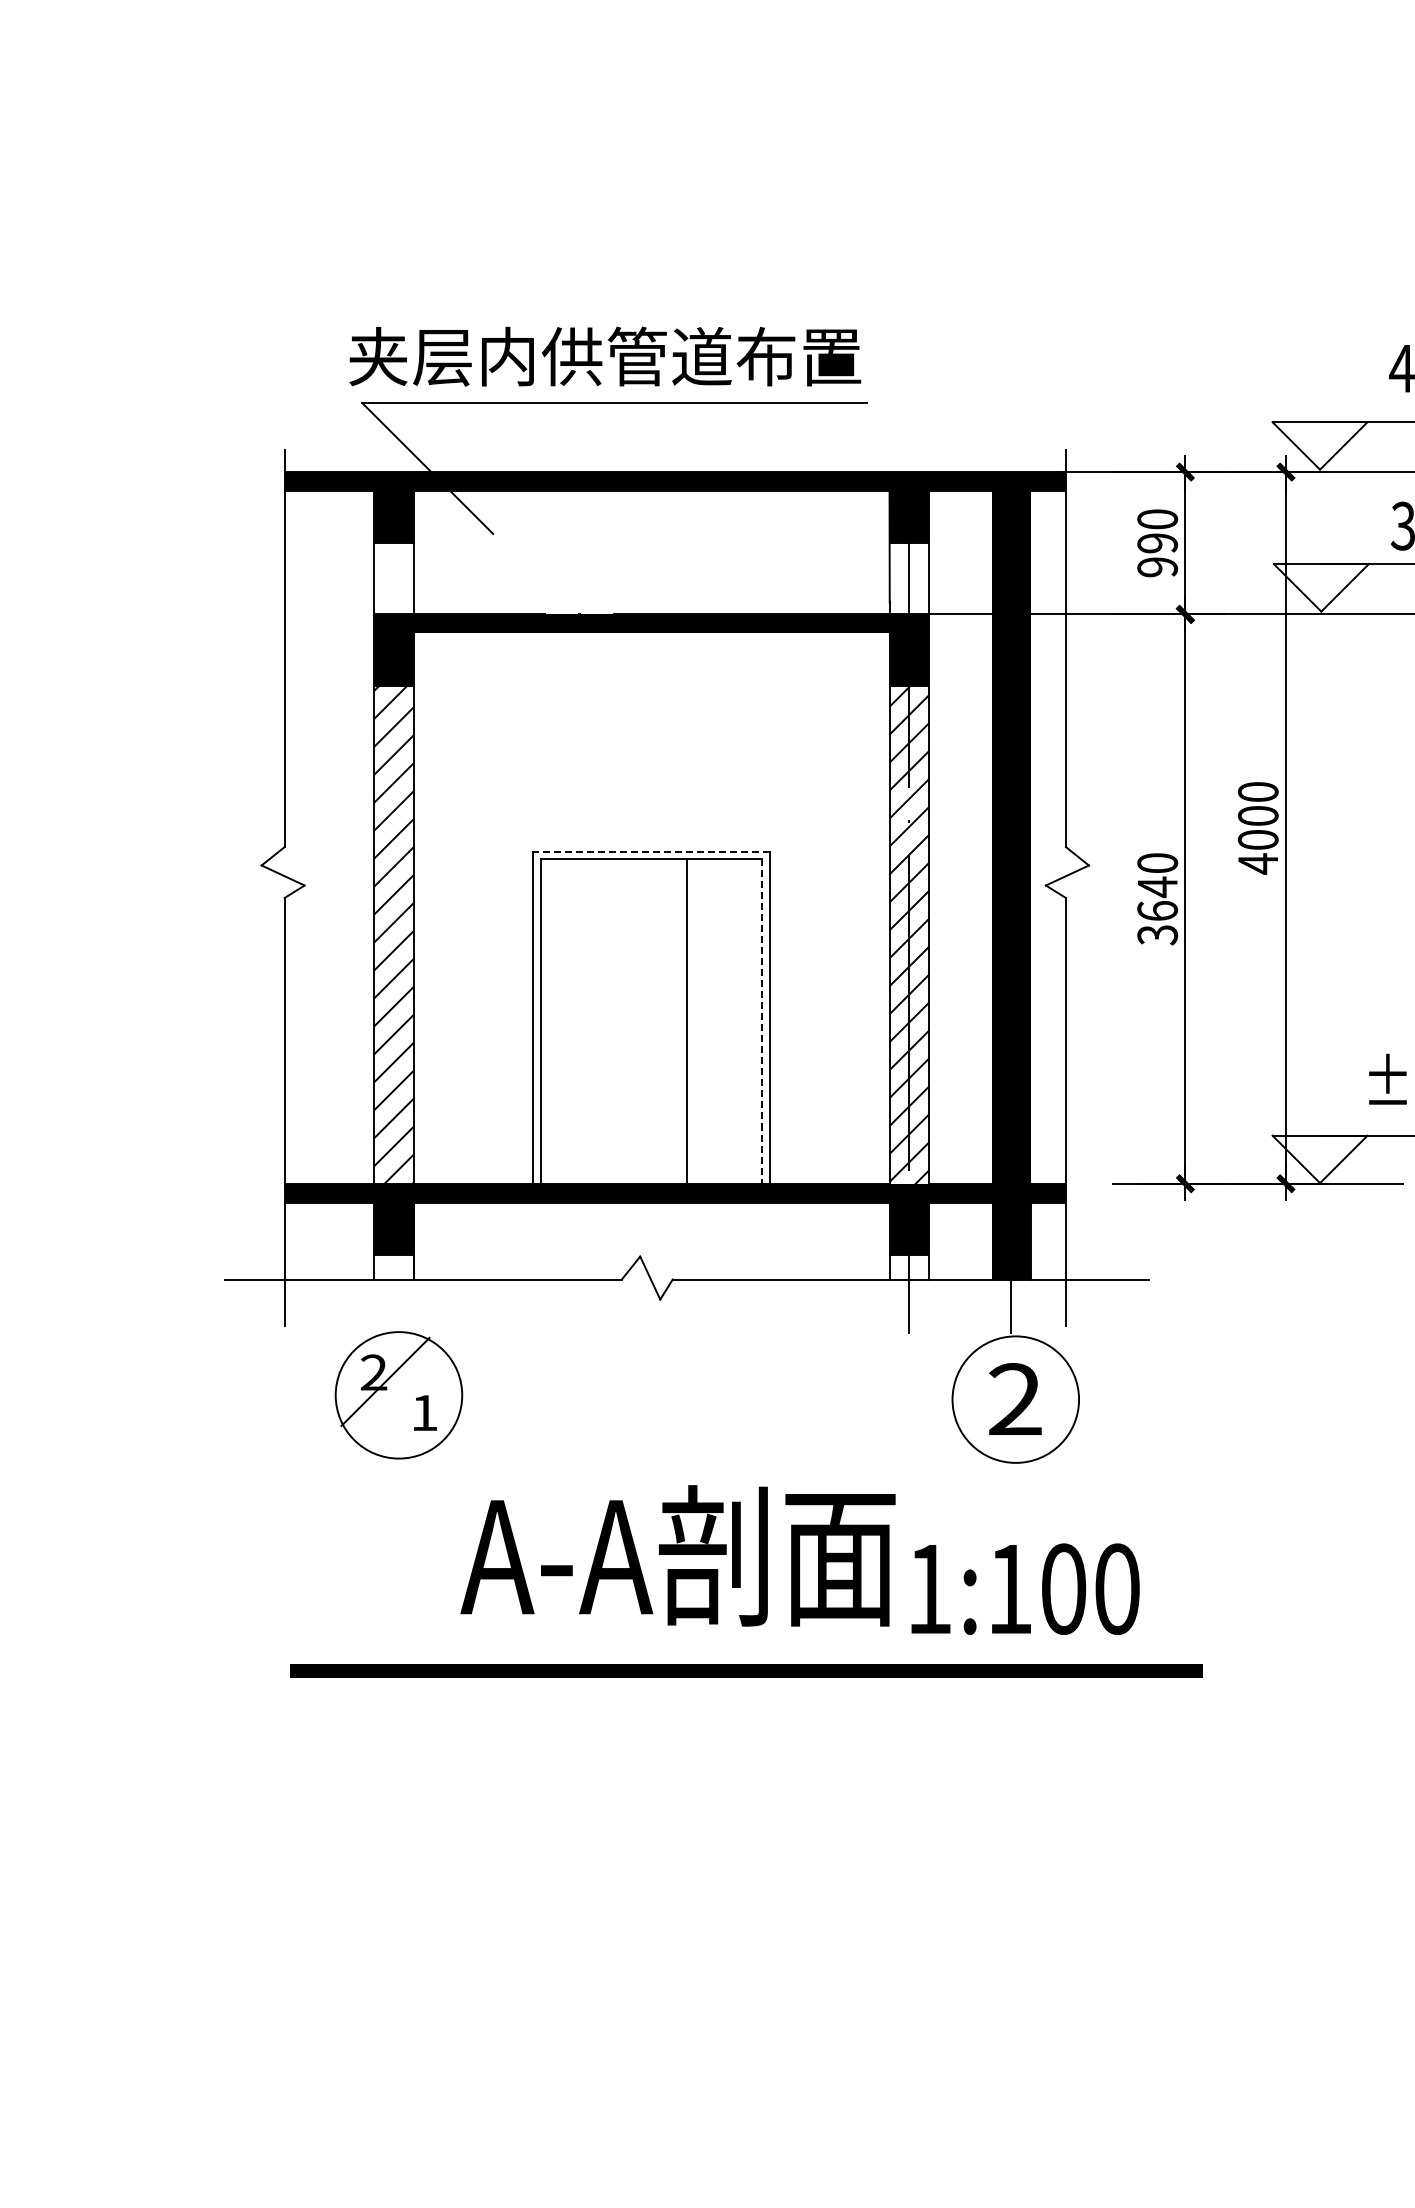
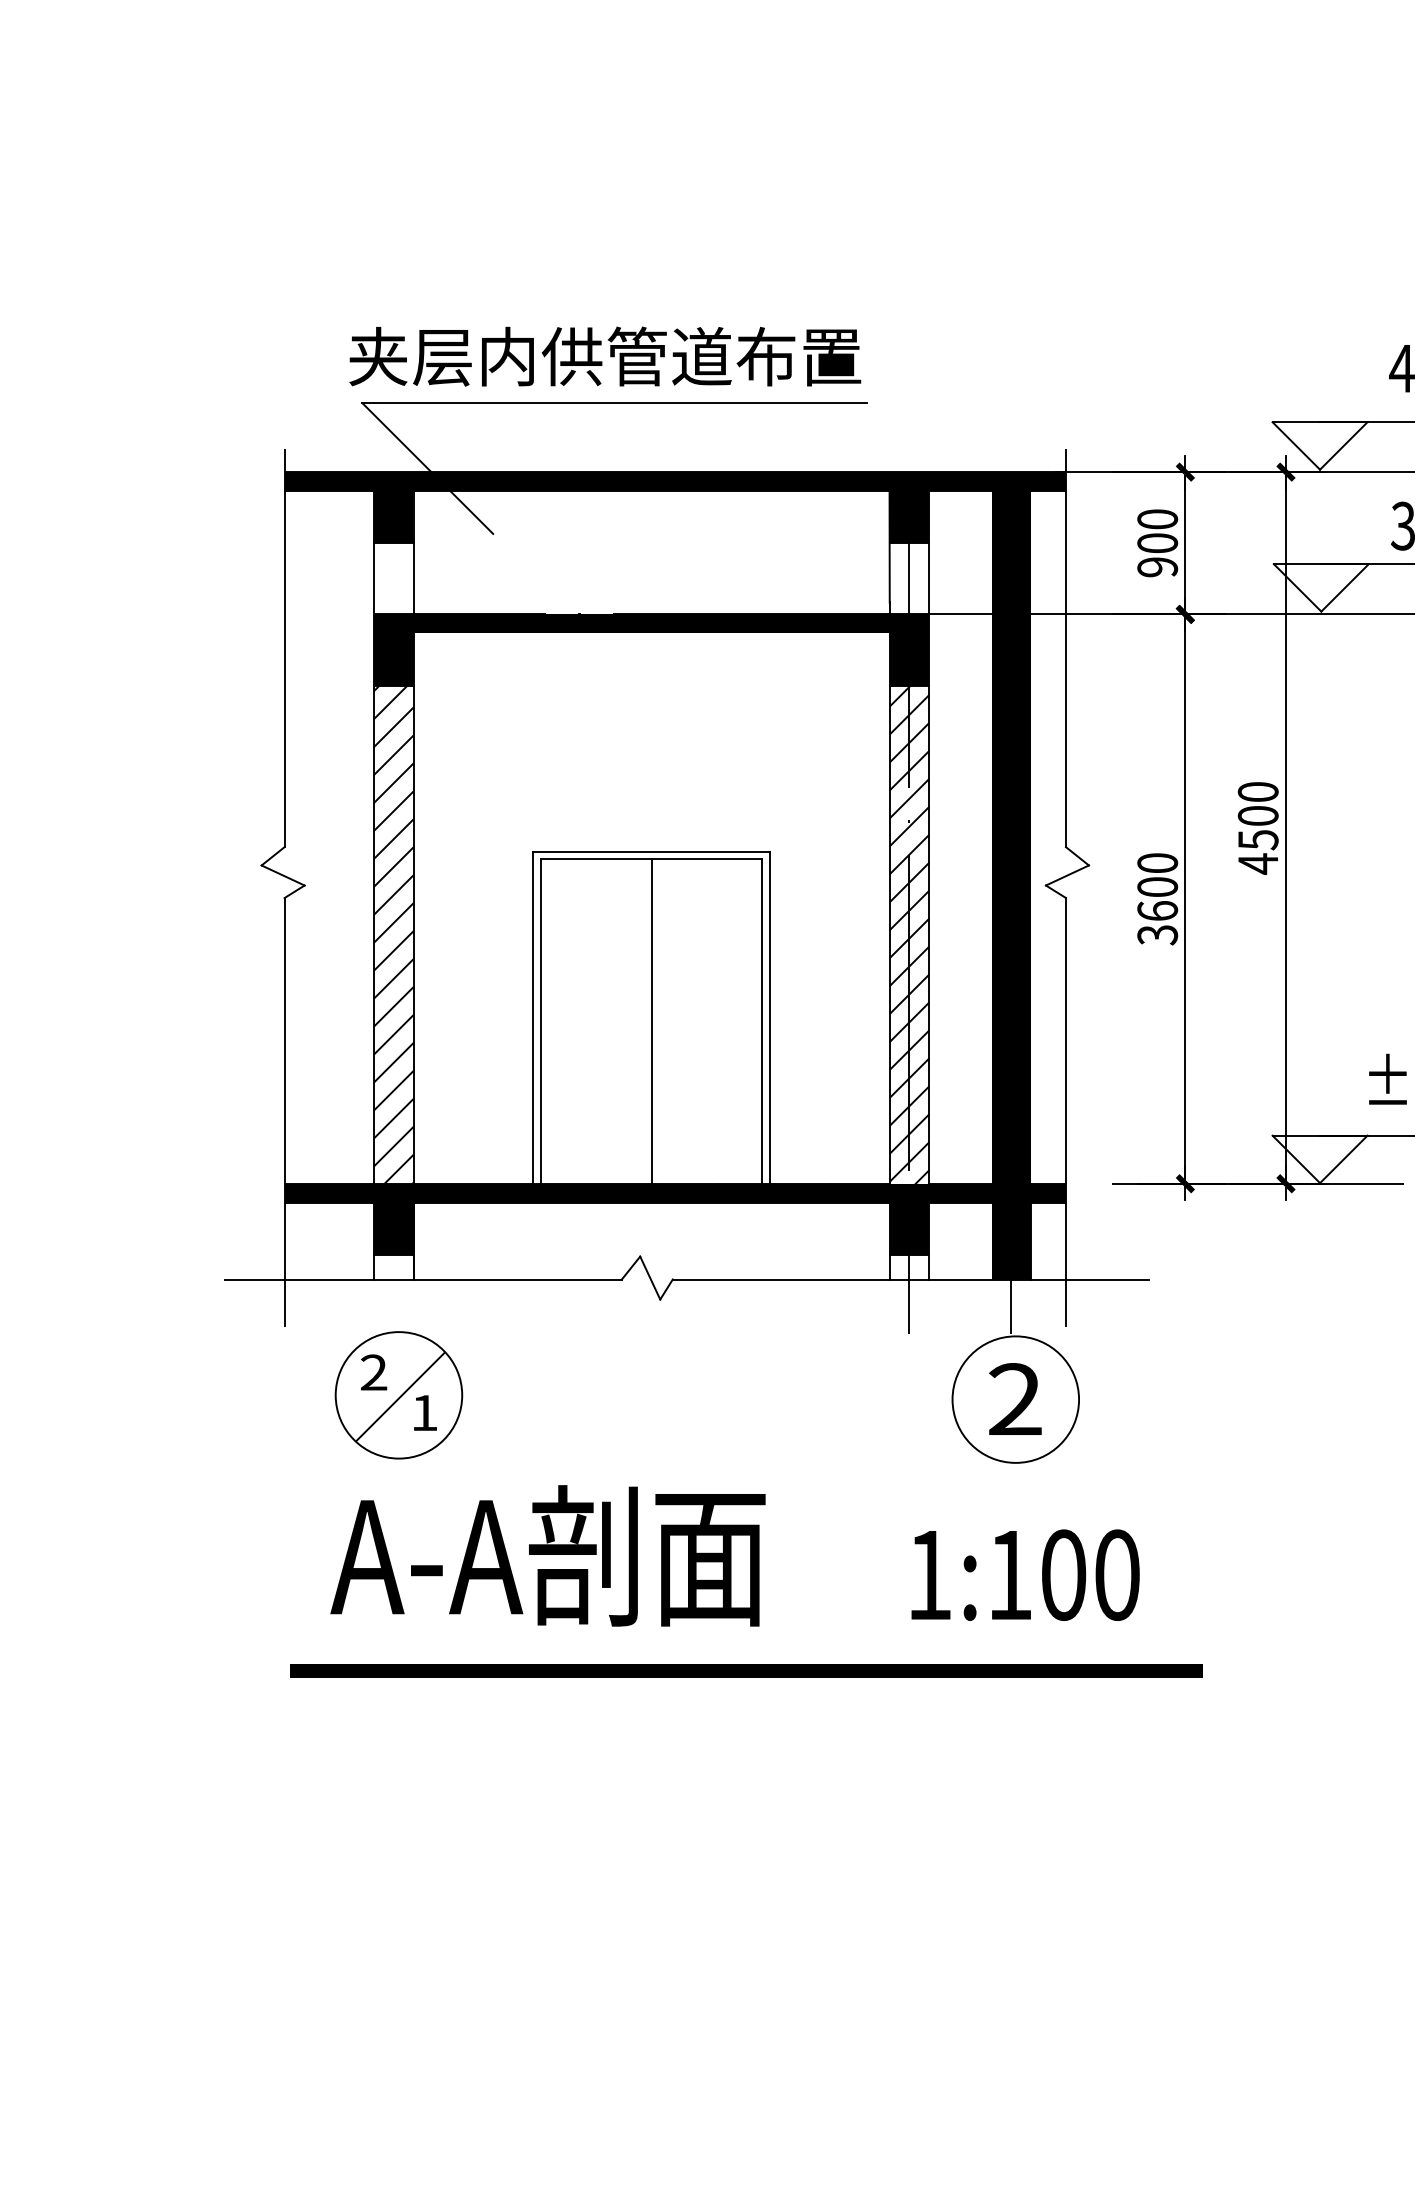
text at (1157, 543): 990 -> 900
text at (1257, 840): 4000 -> 4500
line at (651, 851): dashed -> solid
text at (1157, 887): 3640 -> 3600
line at (686, 1021) position: (686, 1021) -> (651, 1021)
line at (762, 1022): dashed -> solid
line at (385, 1381) position: (385, 1381) -> (400, 1396)
text at (677, 1555) position: (677, 1555) -> (547, 1555)
text at (1025, 1588) position: (1025, 1588) -> (1025, 1574)
